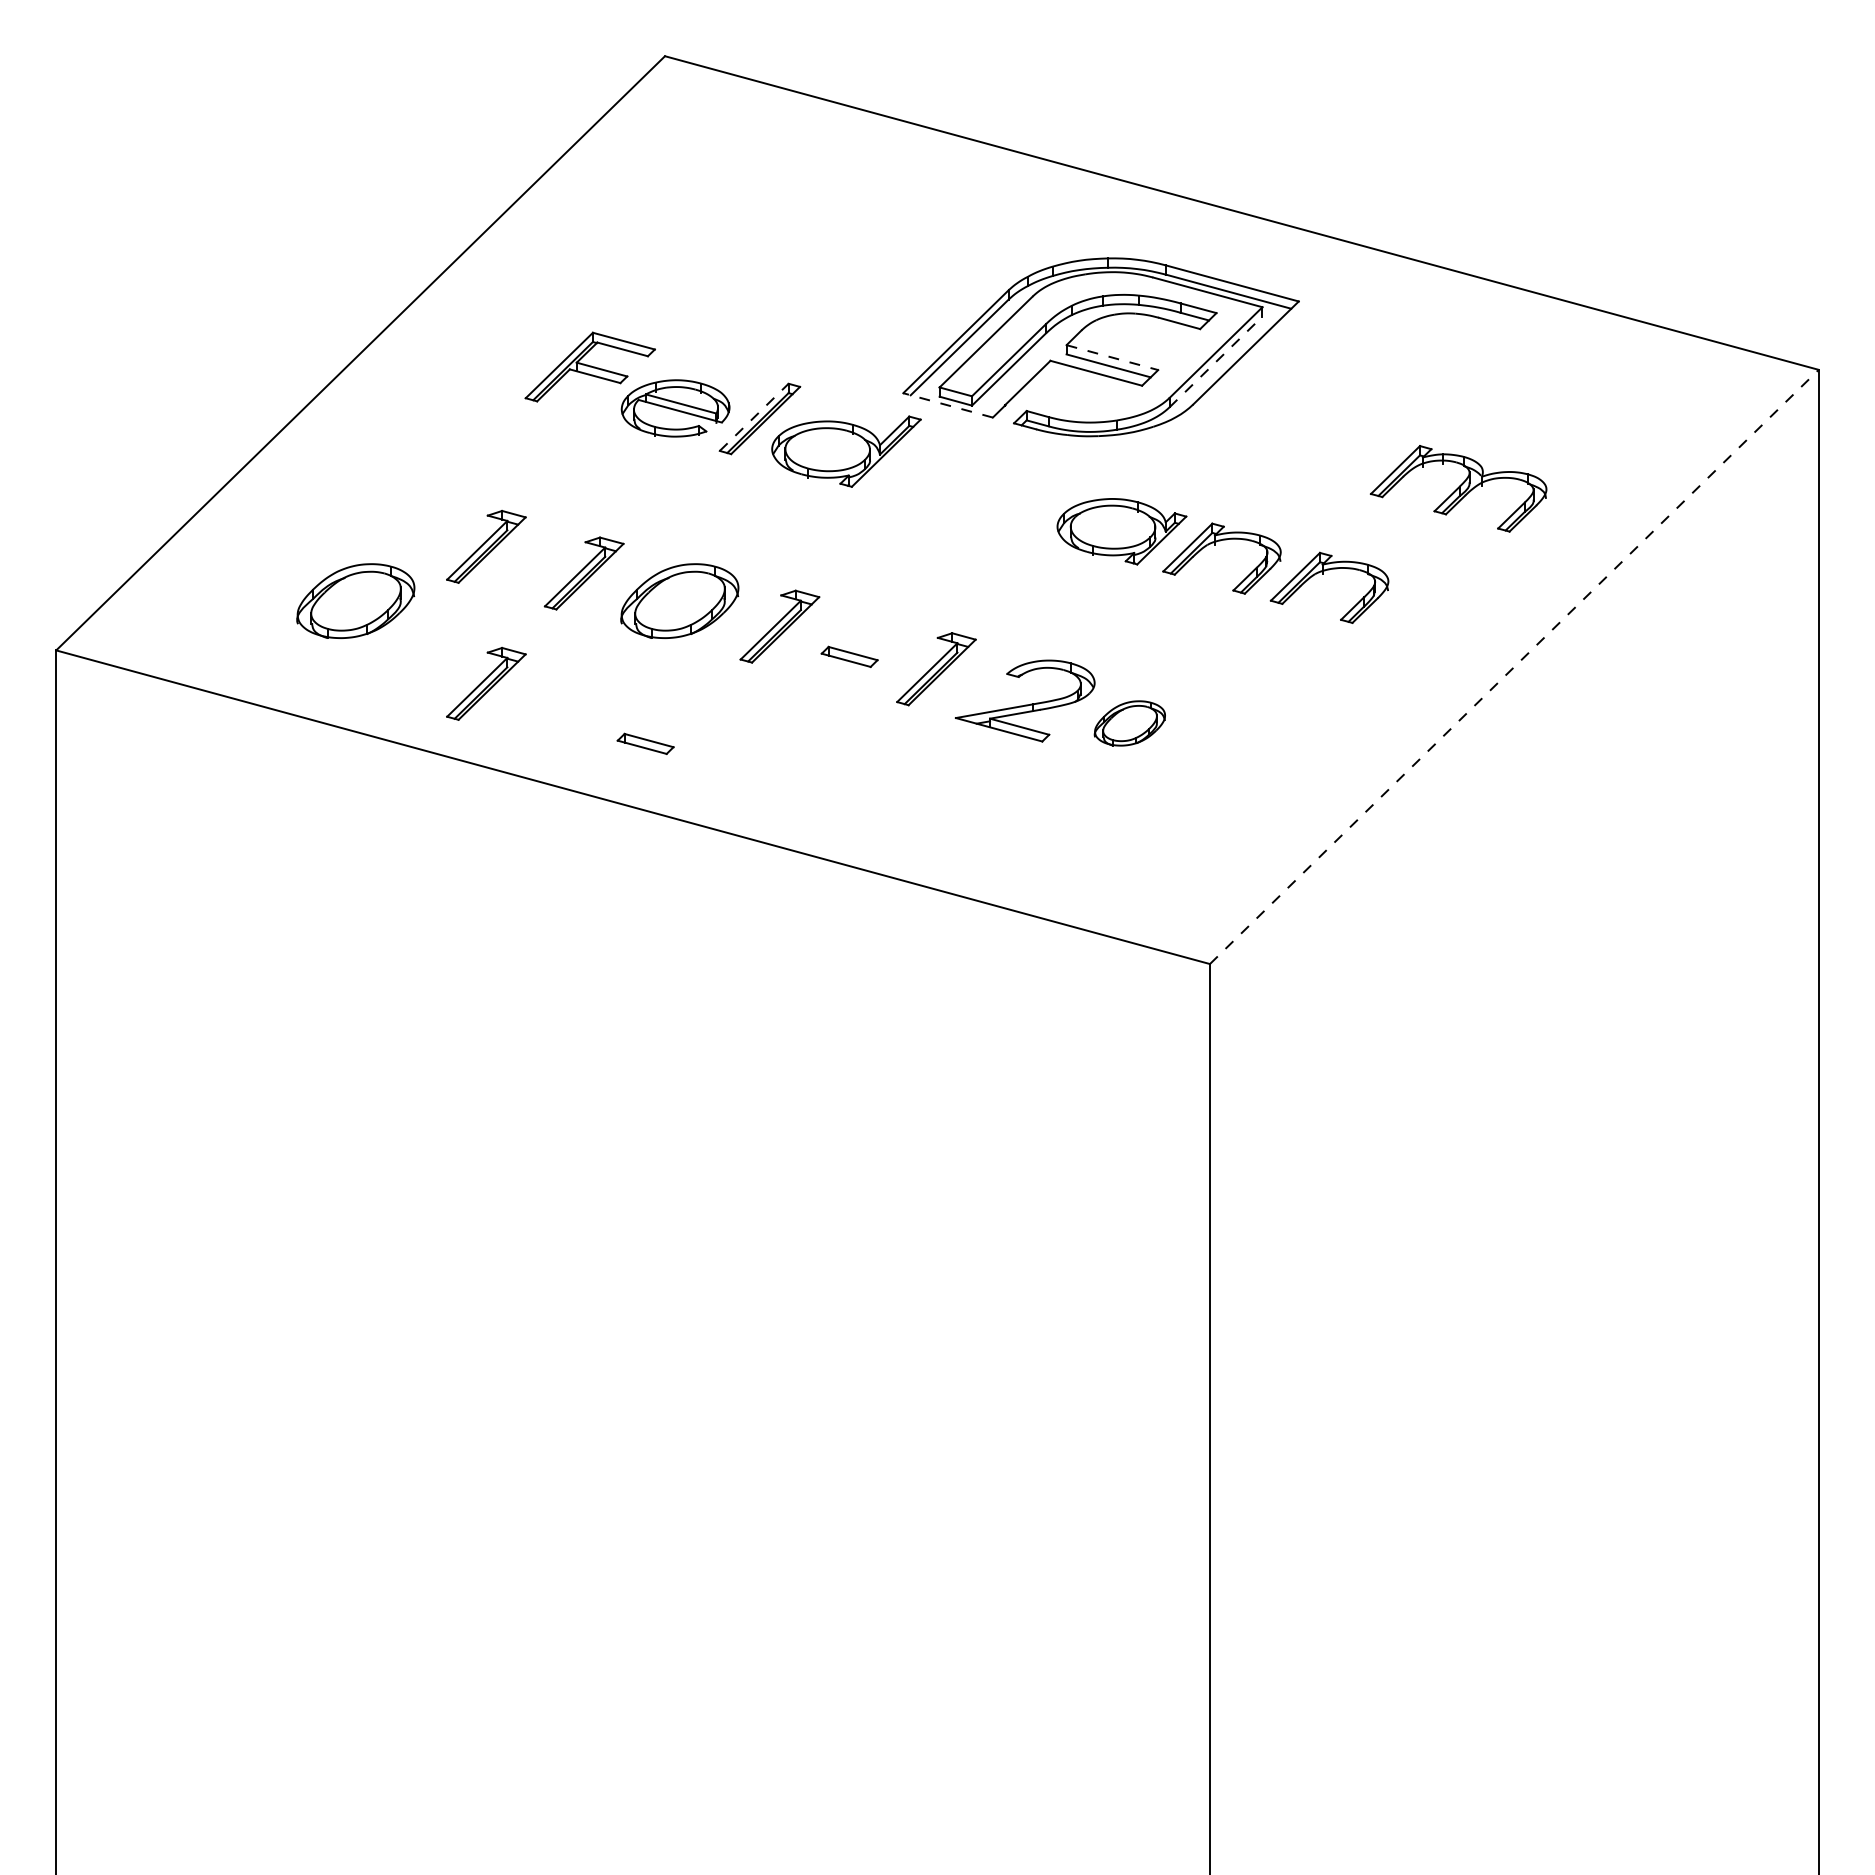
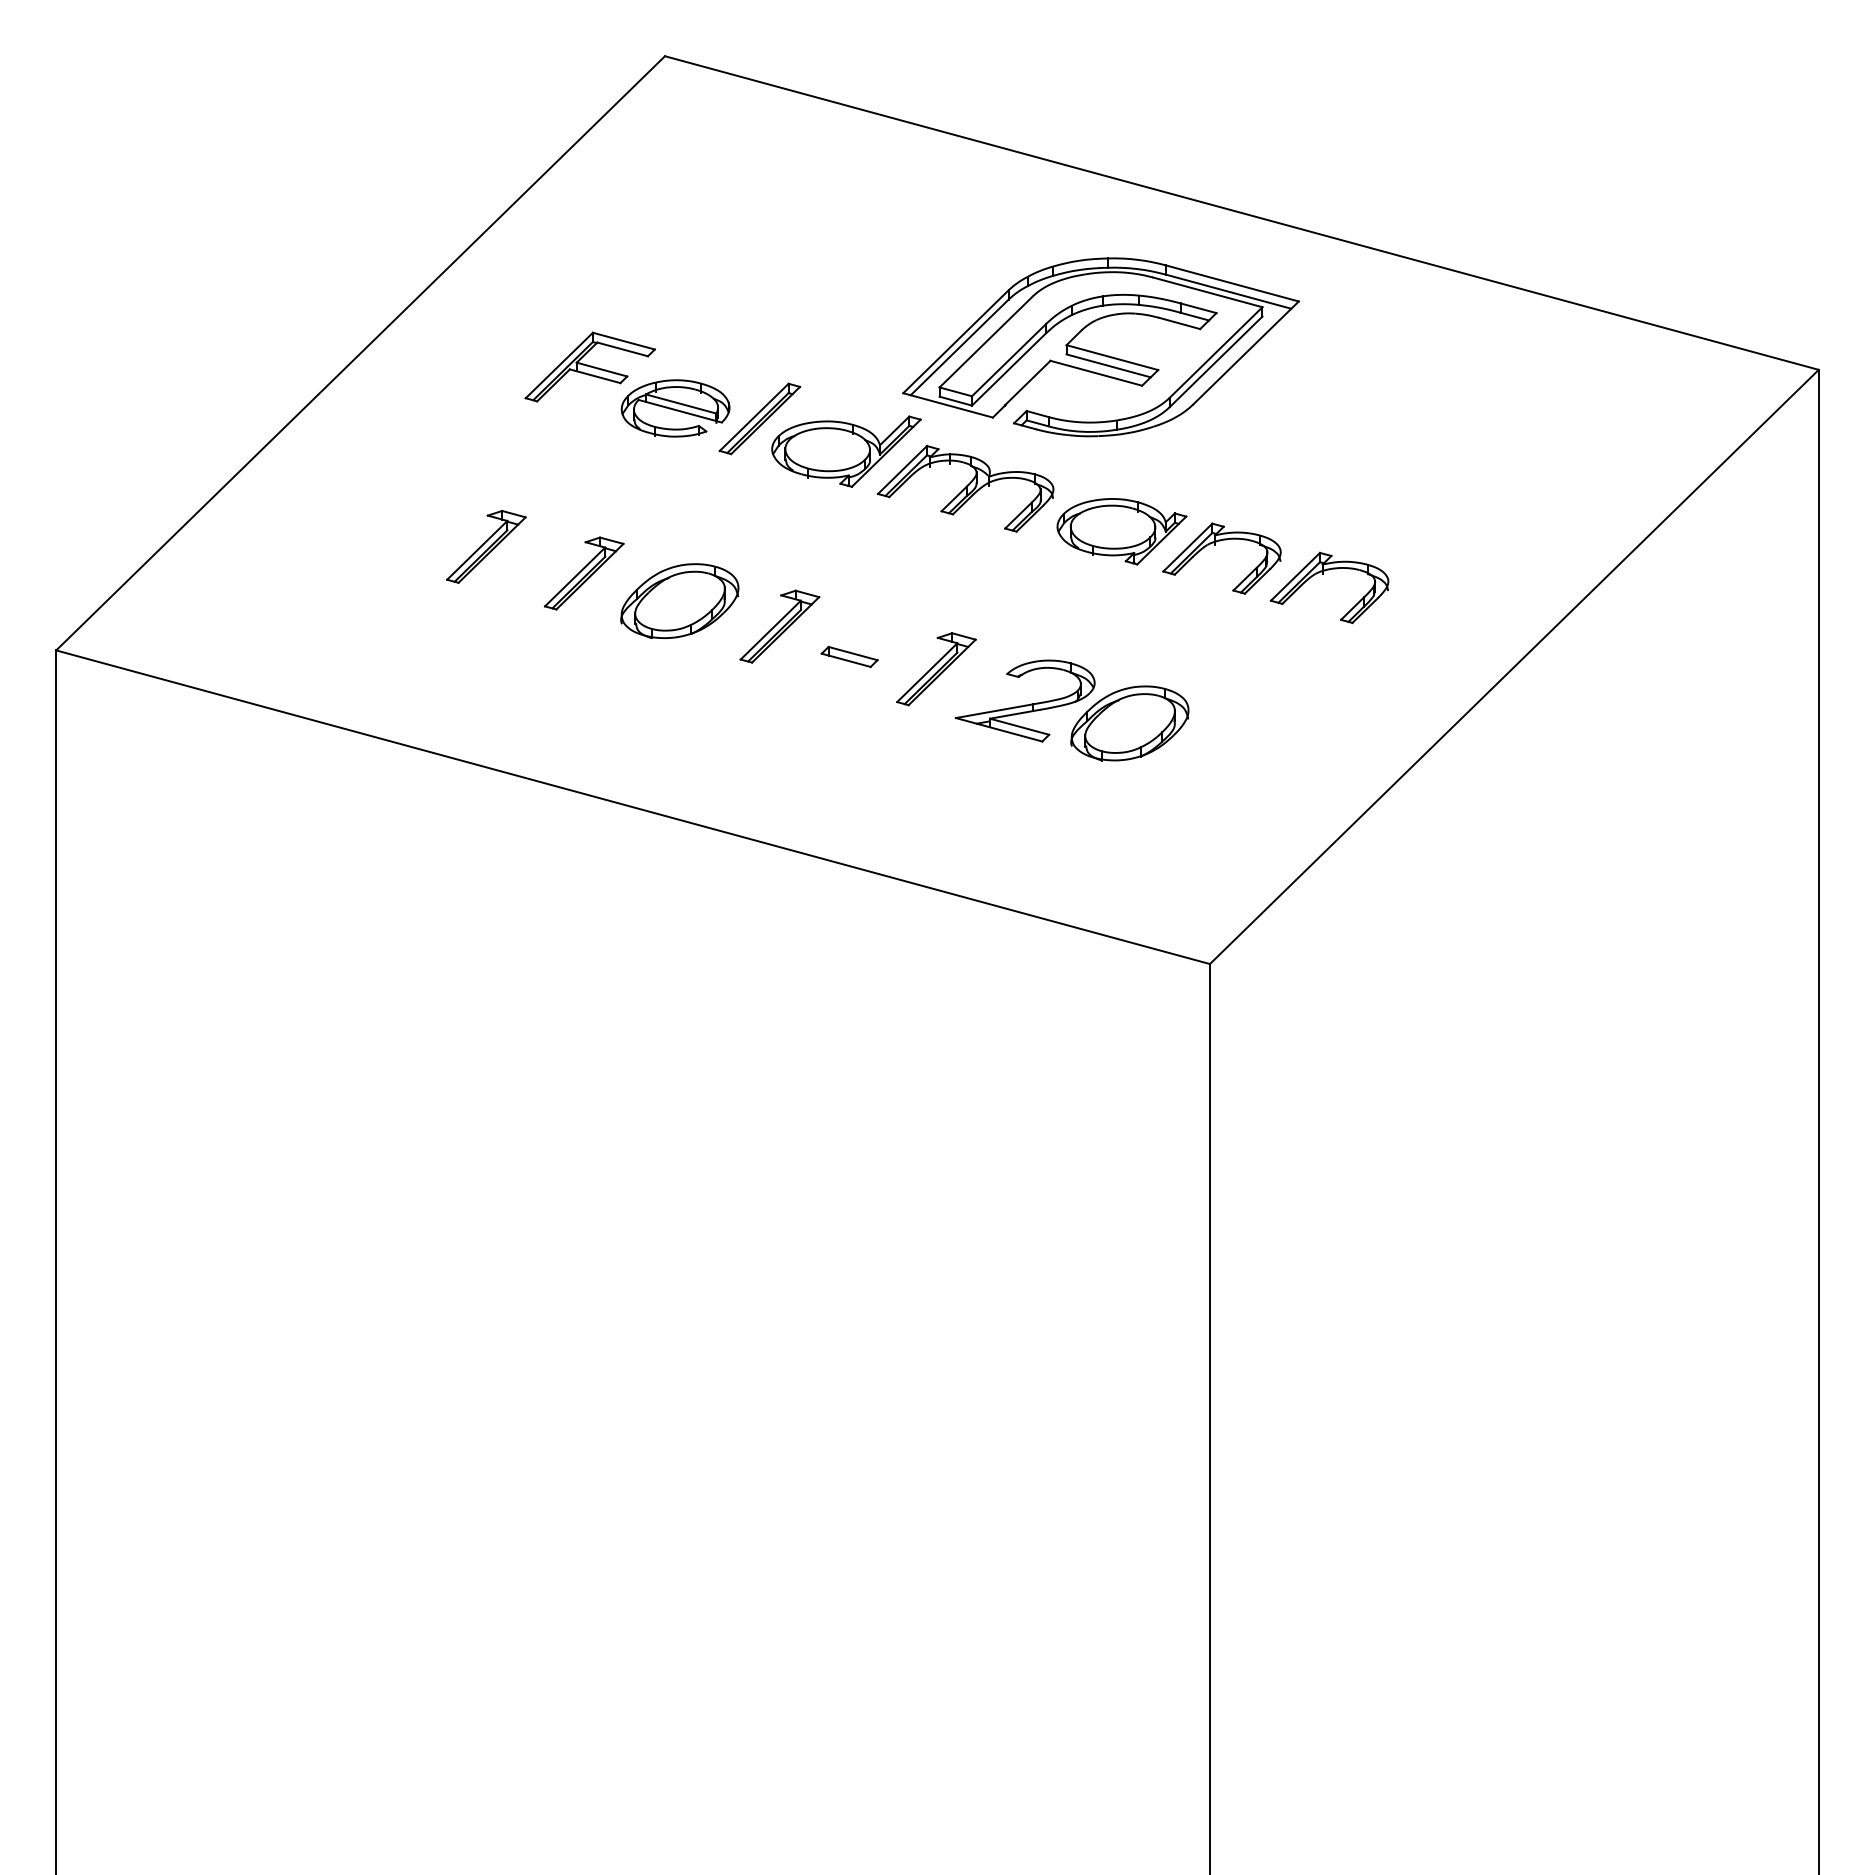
line at (1112, 357): dashed -> solid
line at (1216, 361): dashed -> solid
line at (947, 405): dashed -> solid
line at (754, 417): dashed -> solid
part at (1458, 488) position: (1458, 488) -> (965, 488)
part at (355, 600): present -> none
line at (1514, 666): dashed -> solid
part at (486, 683): present -> none
part at (1129, 723) size: 73x47 px -> 120x77 px
part at (645, 743): present -> none
